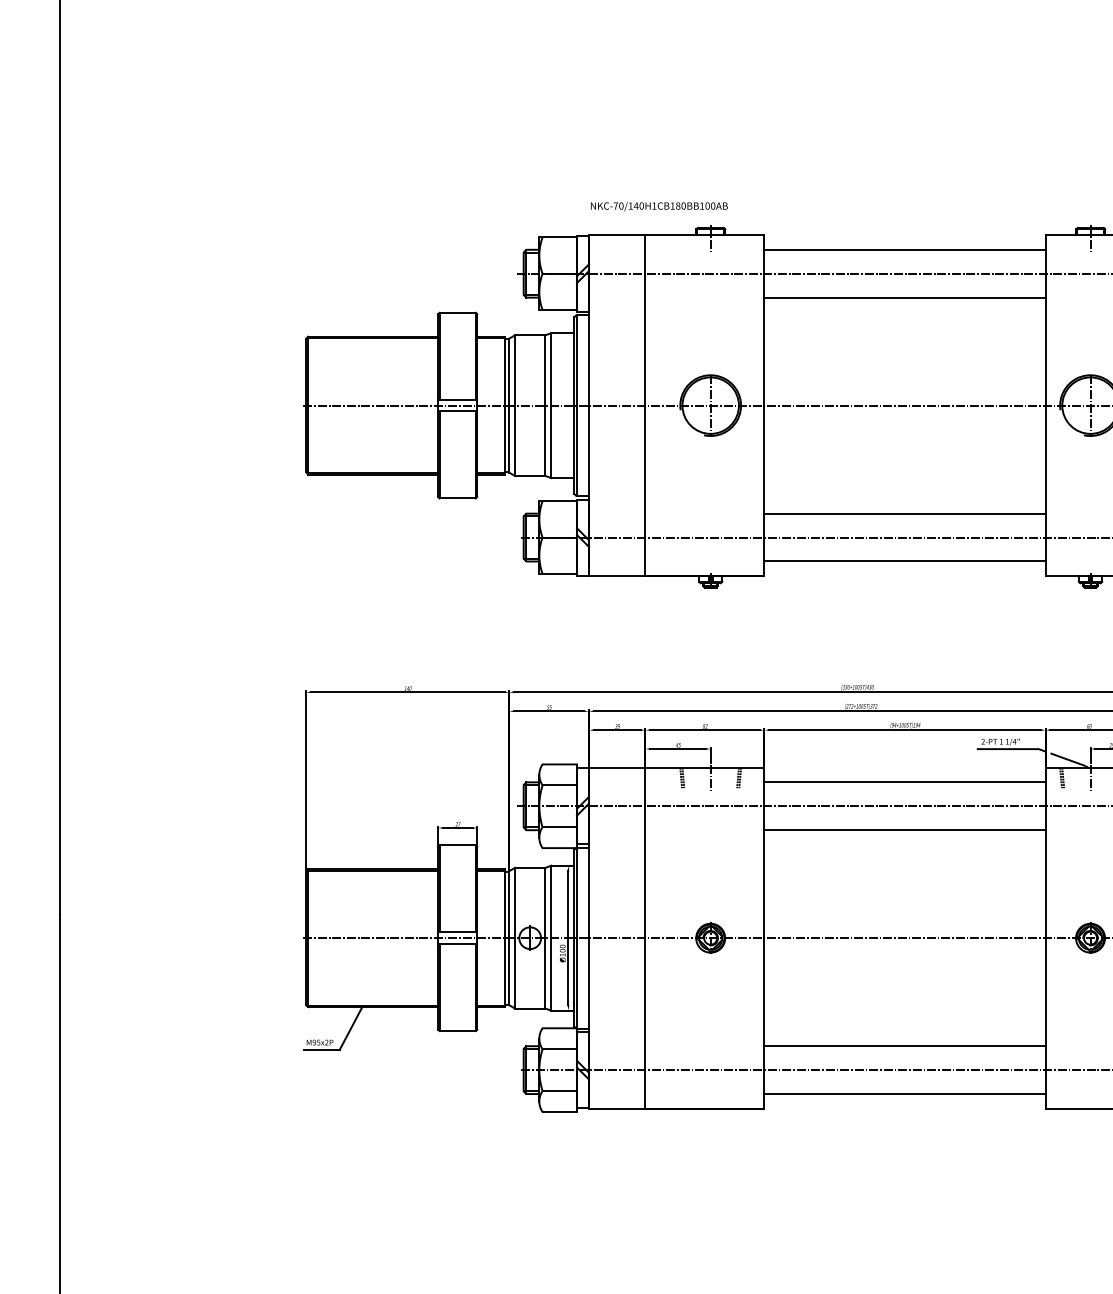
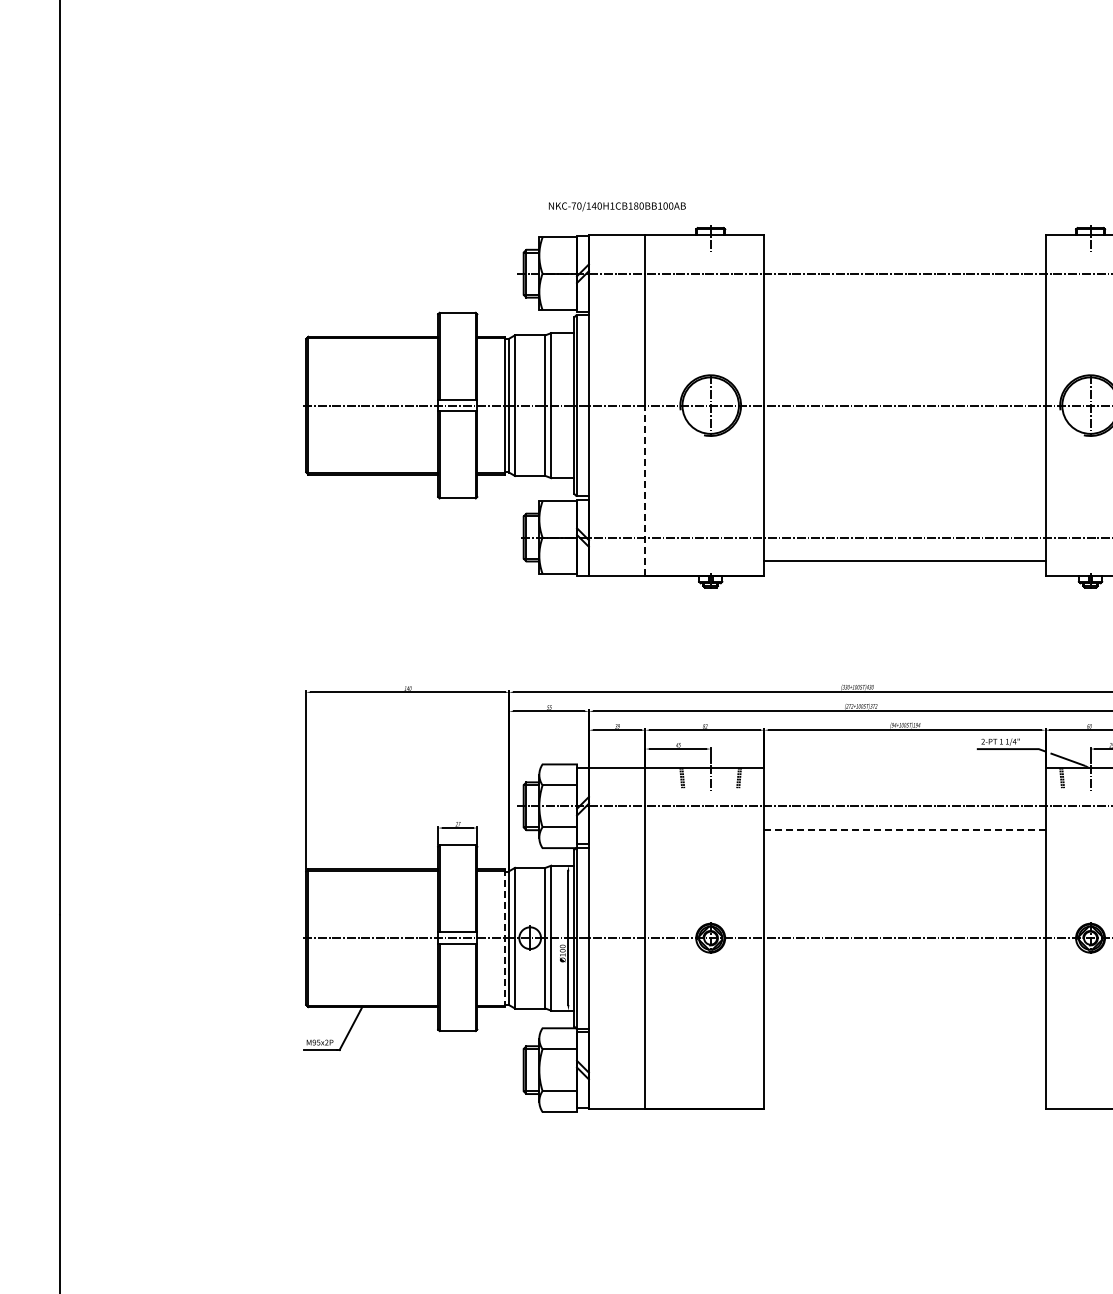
text at (659, 206) position: (659, 206) -> (617, 206)
line at (904, 249): present -> none
line at (904, 297): present -> none
line at (645, 490): solid -> dashed
line at (904, 513): present -> none
line at (904, 782): present -> none
line at (904, 830): solid -> dashed
line at (504, 938): solid -> dashed
line at (904, 1046): present -> none
line at (815, 1070): present -> none
line at (904, 1094): present -> none
